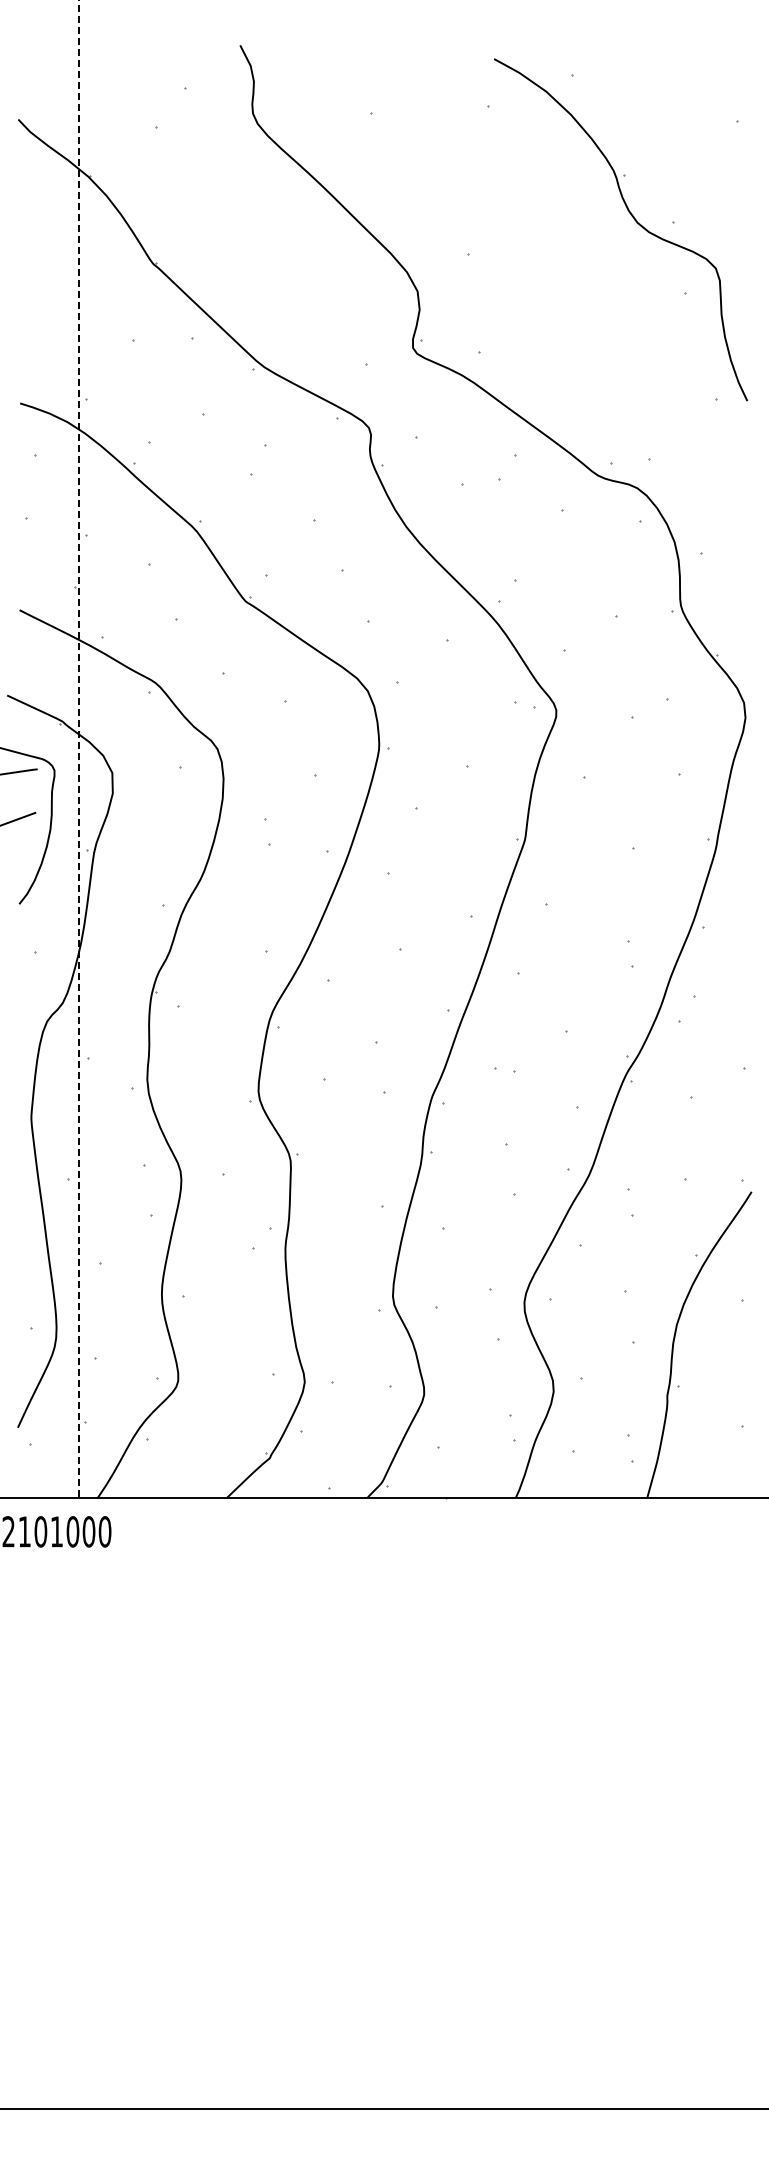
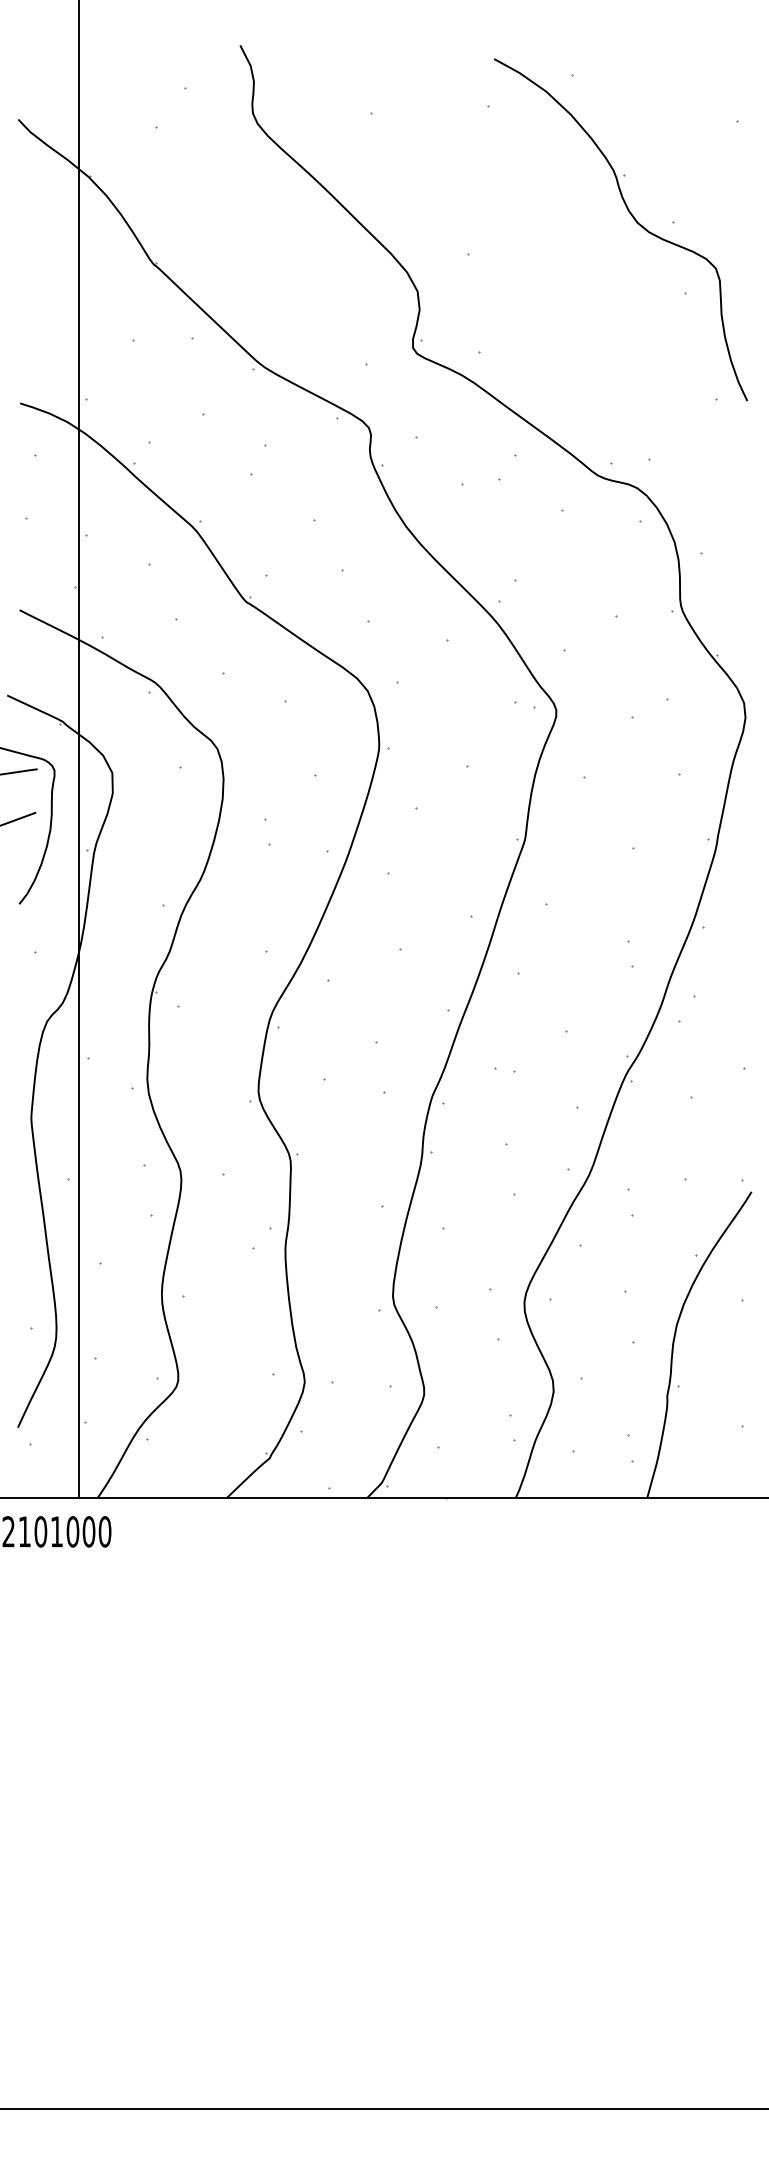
line at (79, 750): dashed -> solid
